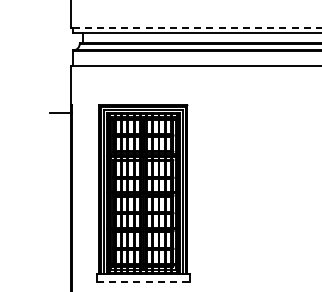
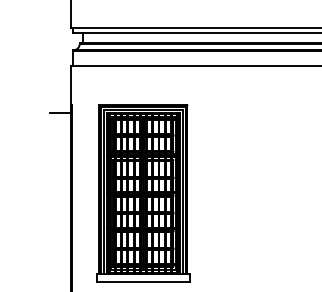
line at (197, 27): dashed -> solid
line at (143, 281): dashed -> solid
